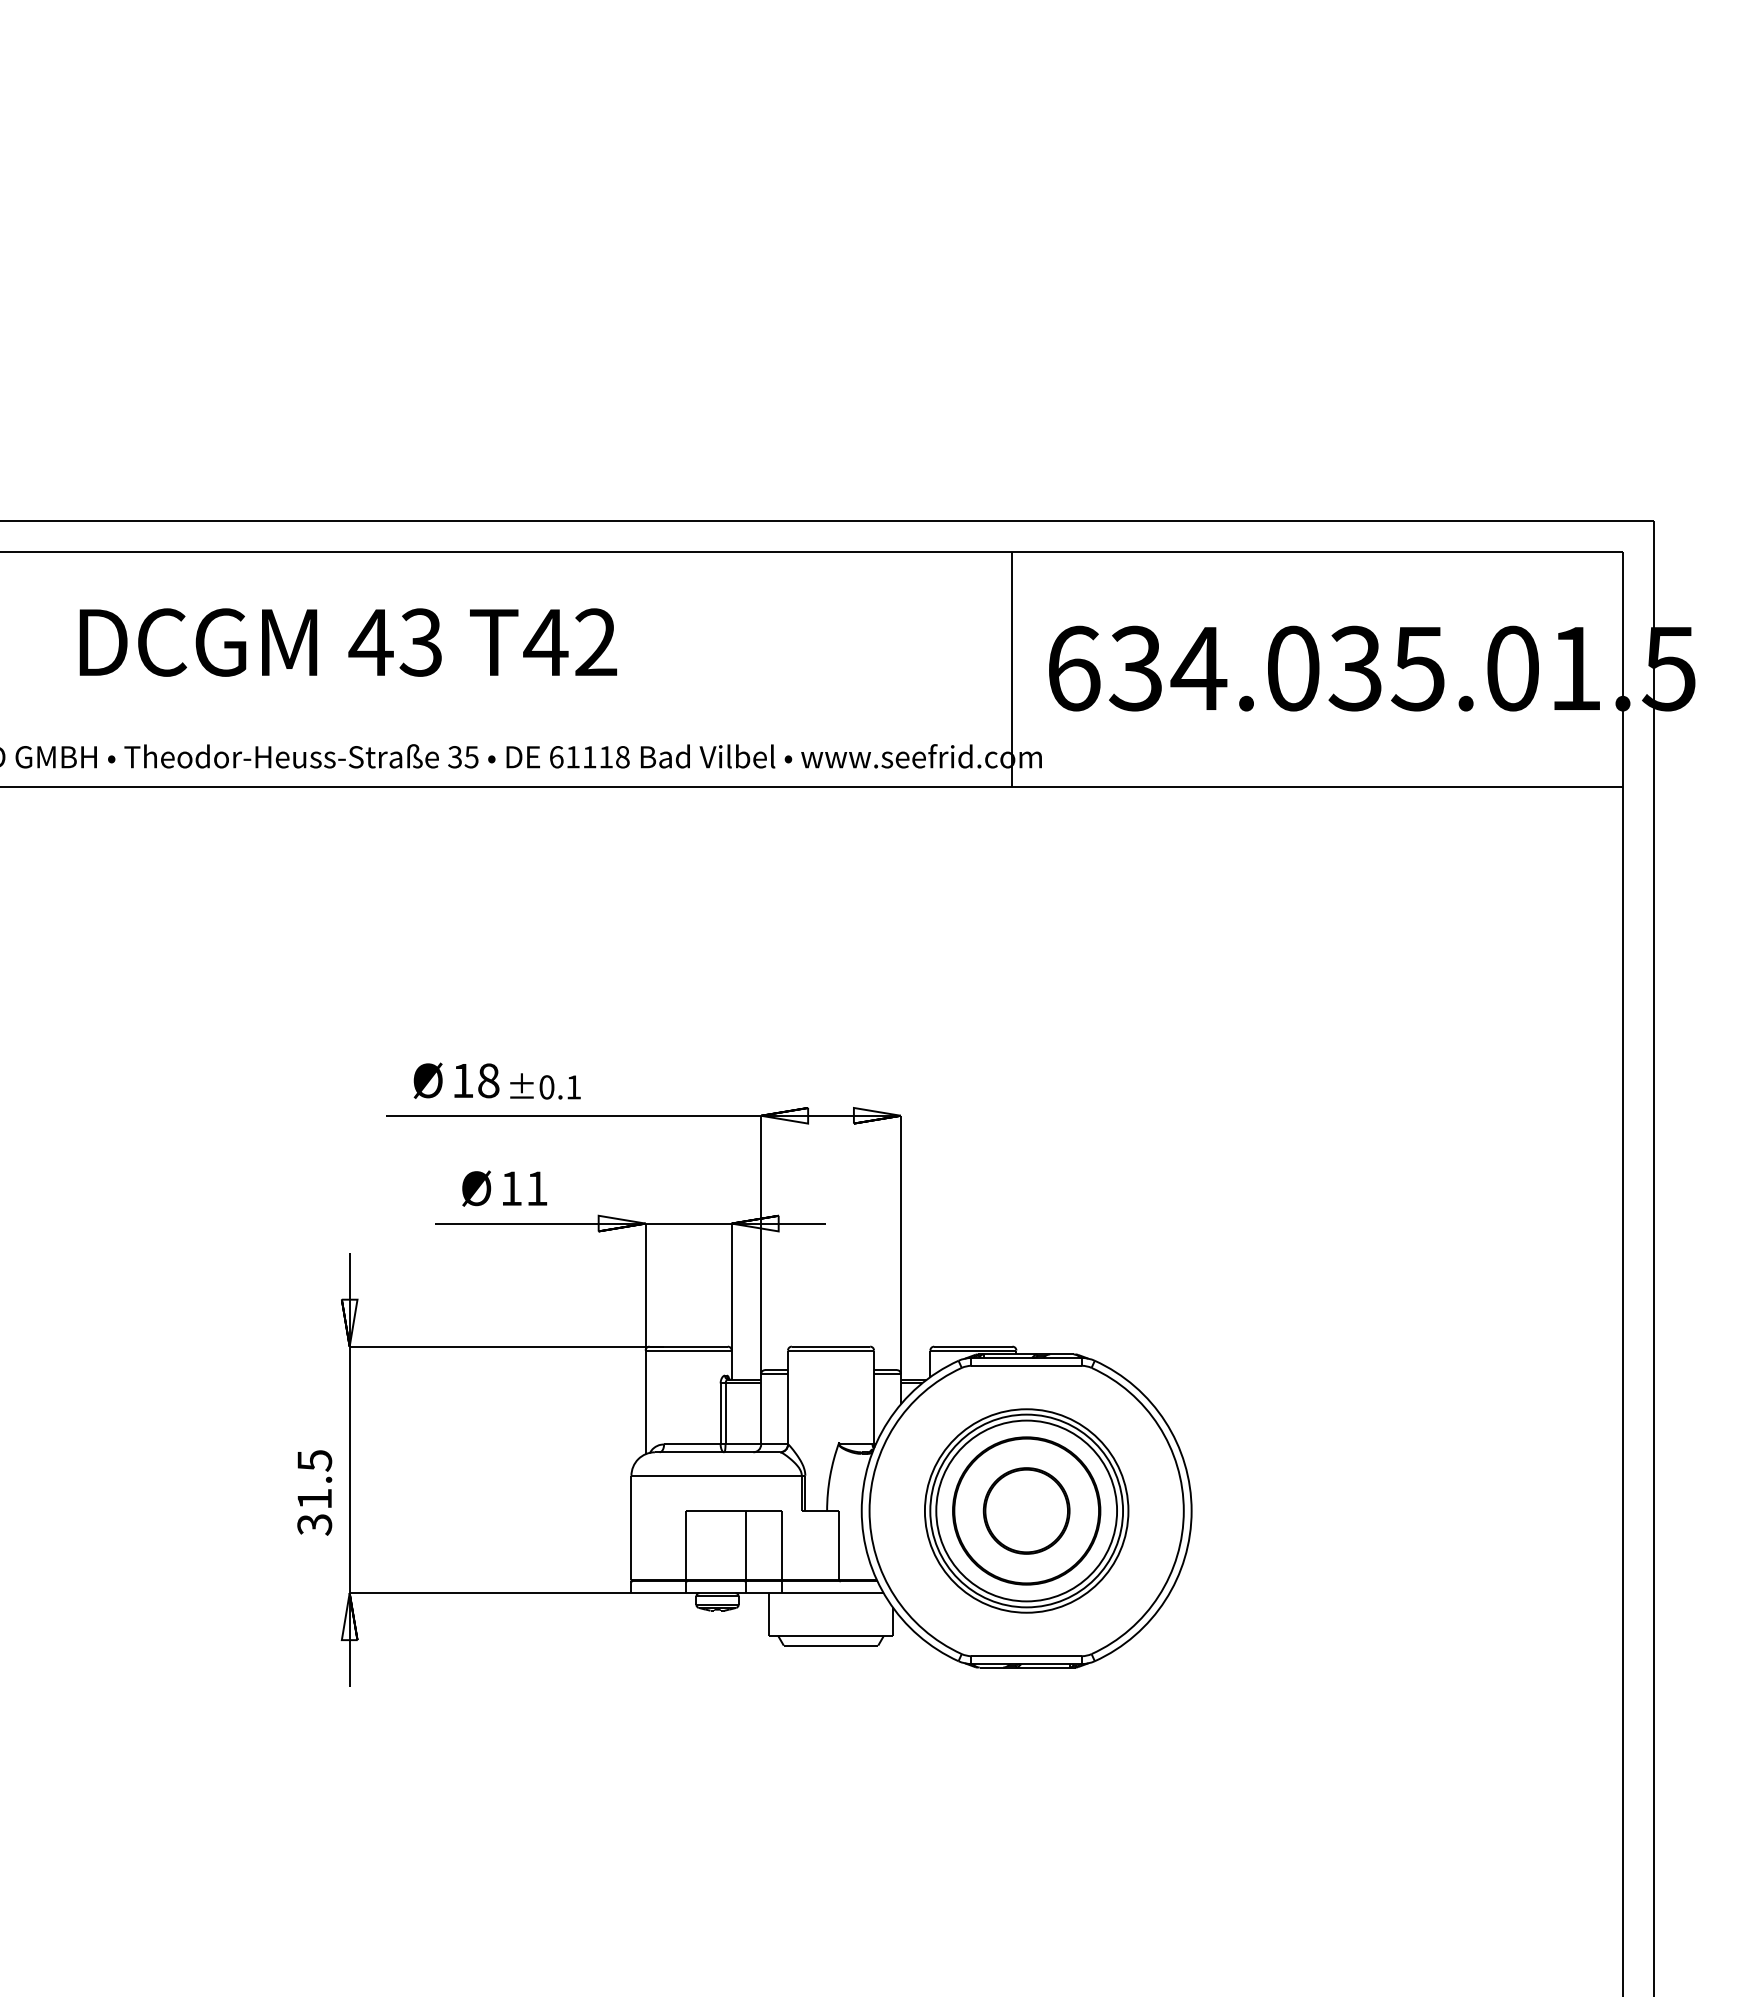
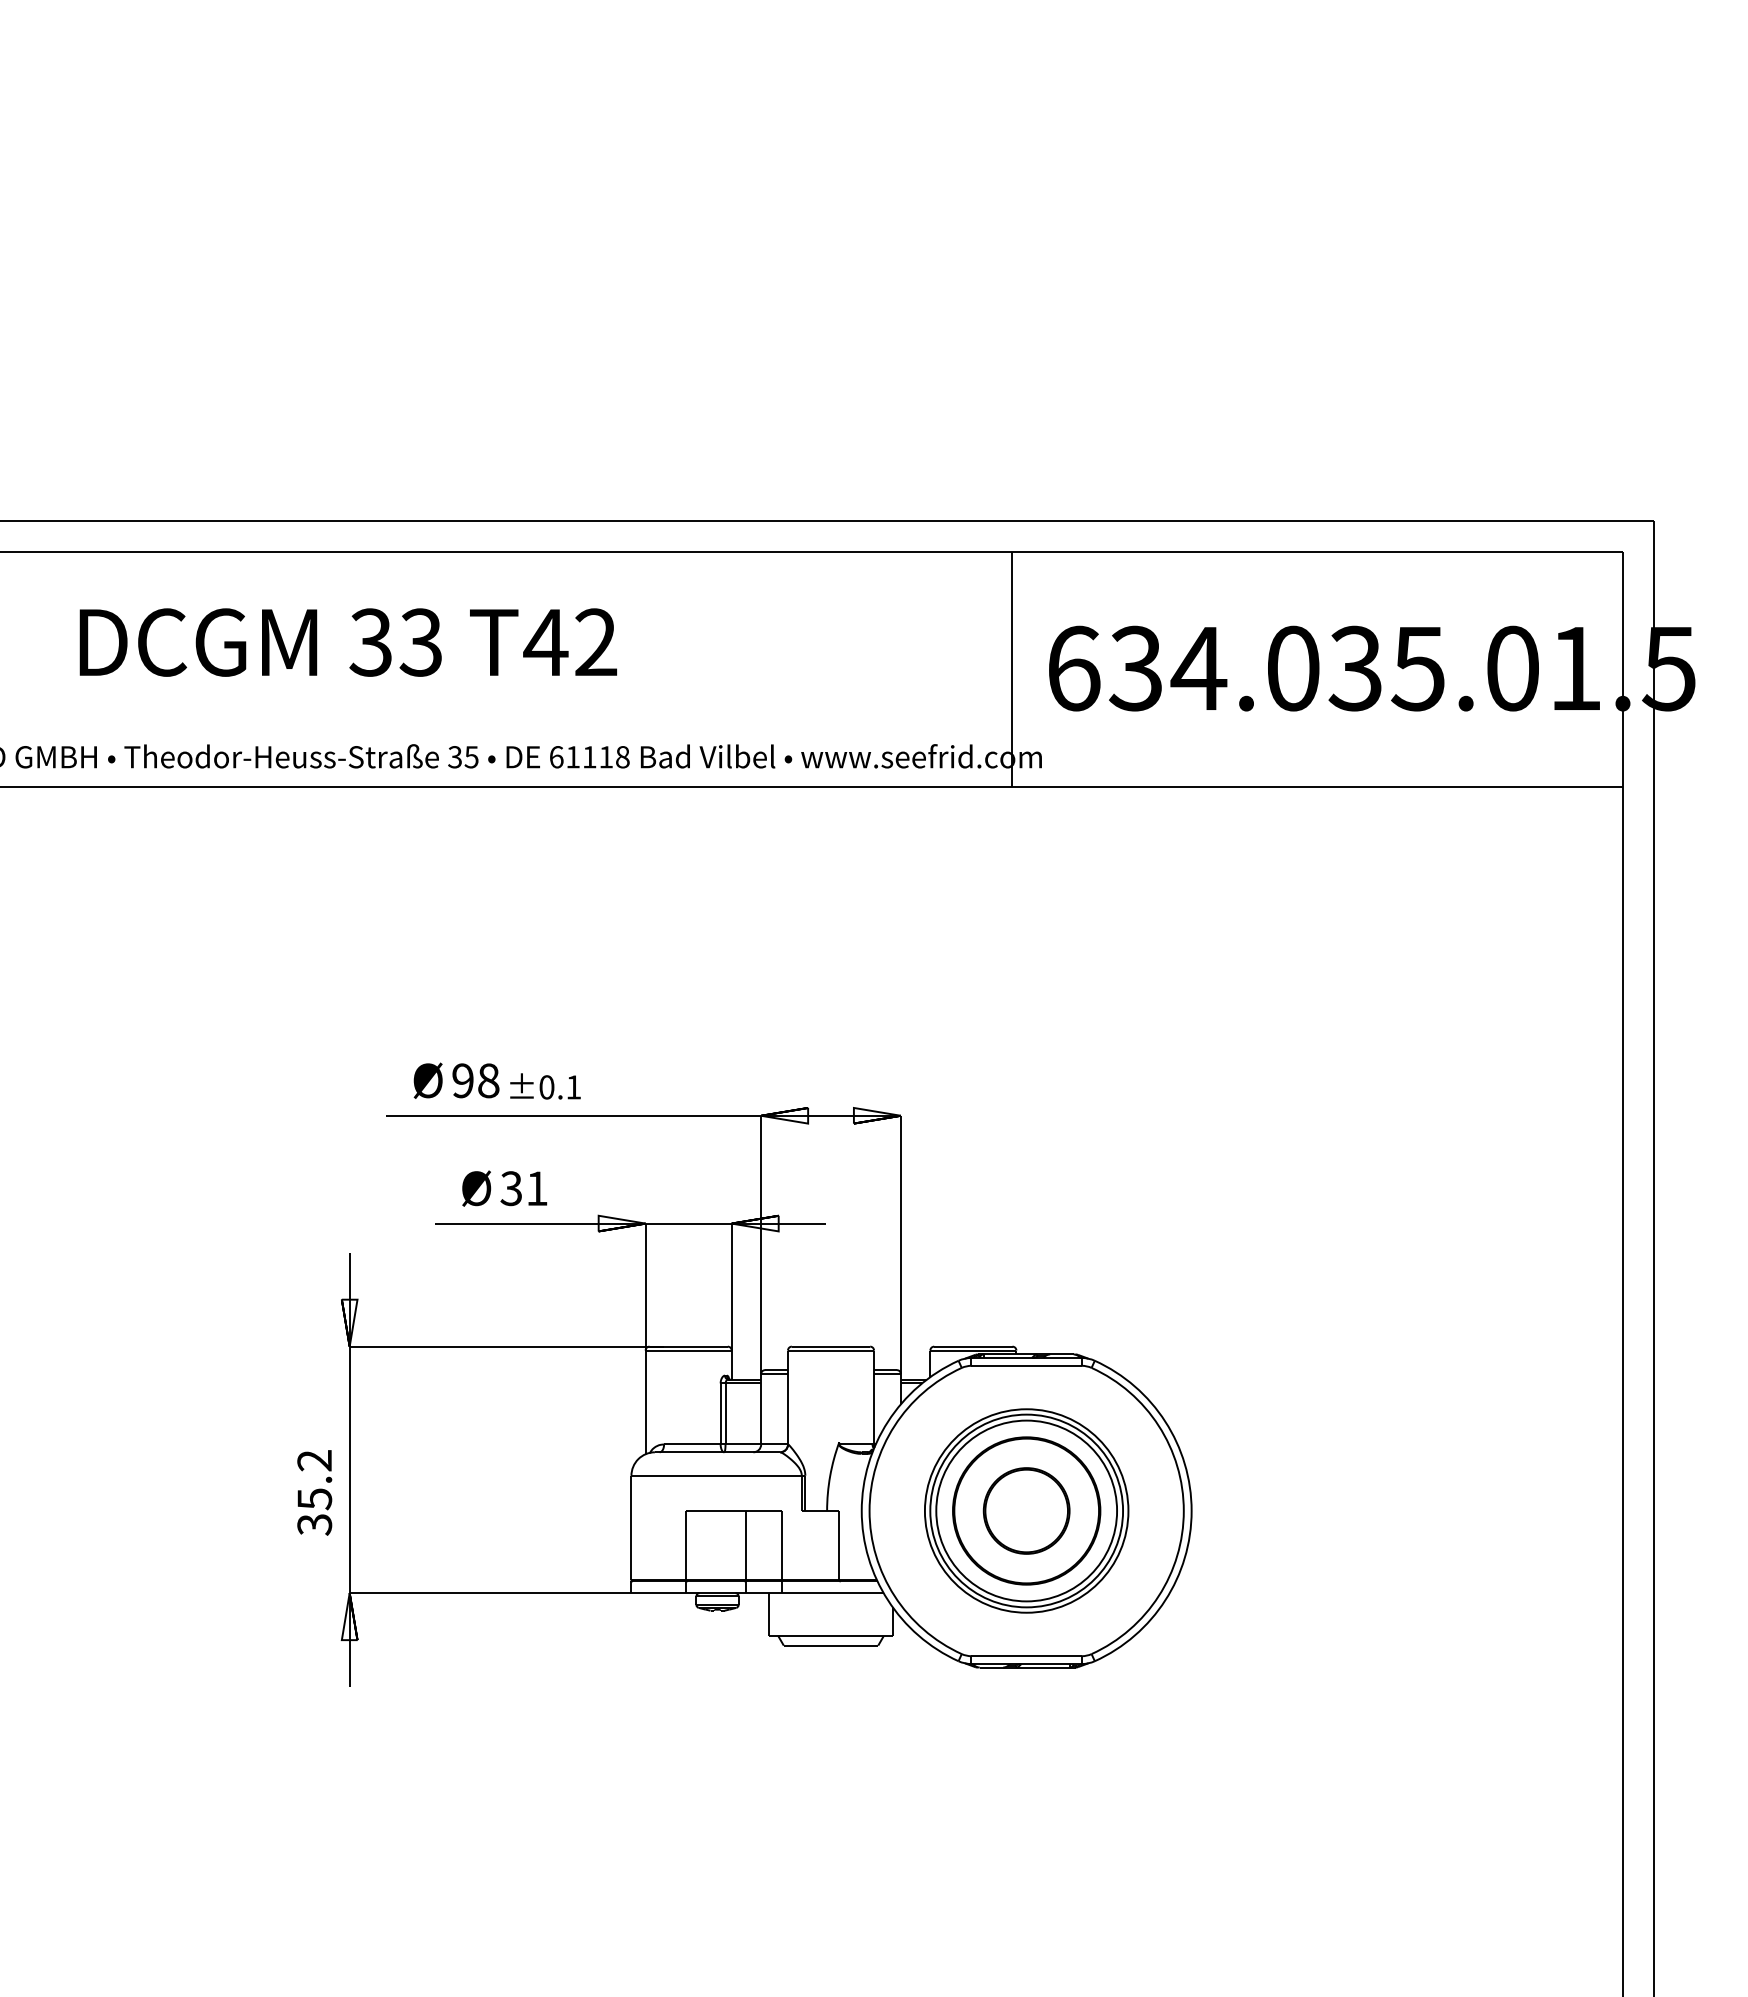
text at (370, 642): 43 -> 33
text at (462, 1080): 18 -> 98
text at (510, 1188): 11 -> 31
text at (314, 1480): 31.5 -> 35.2
